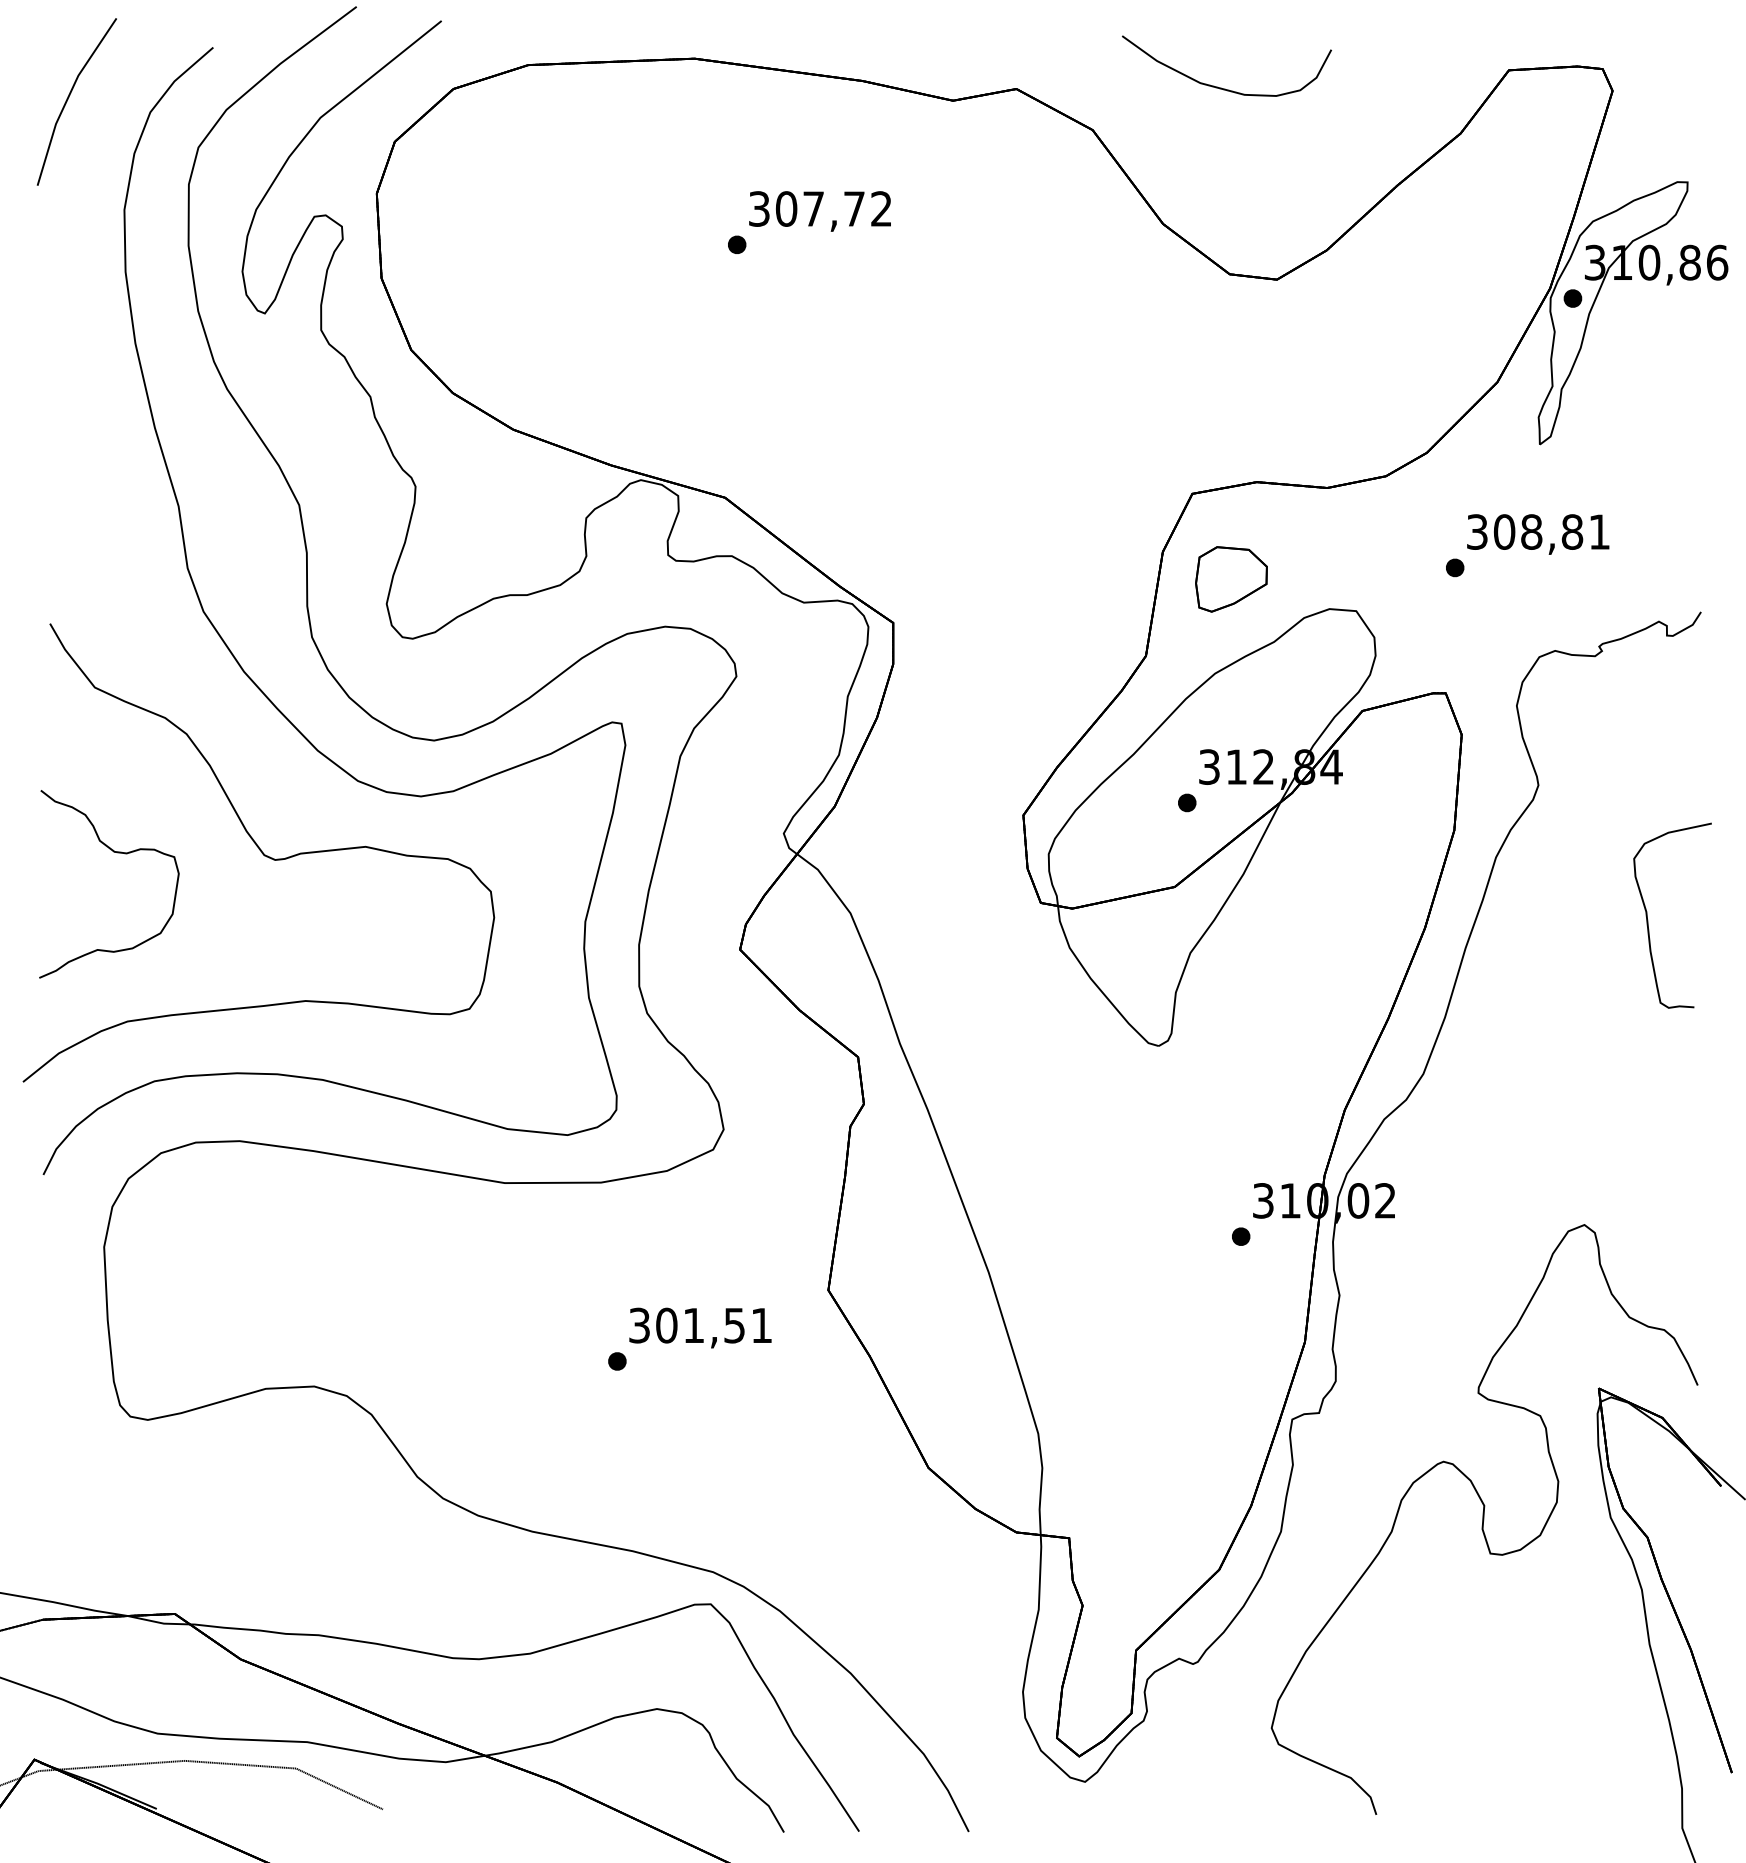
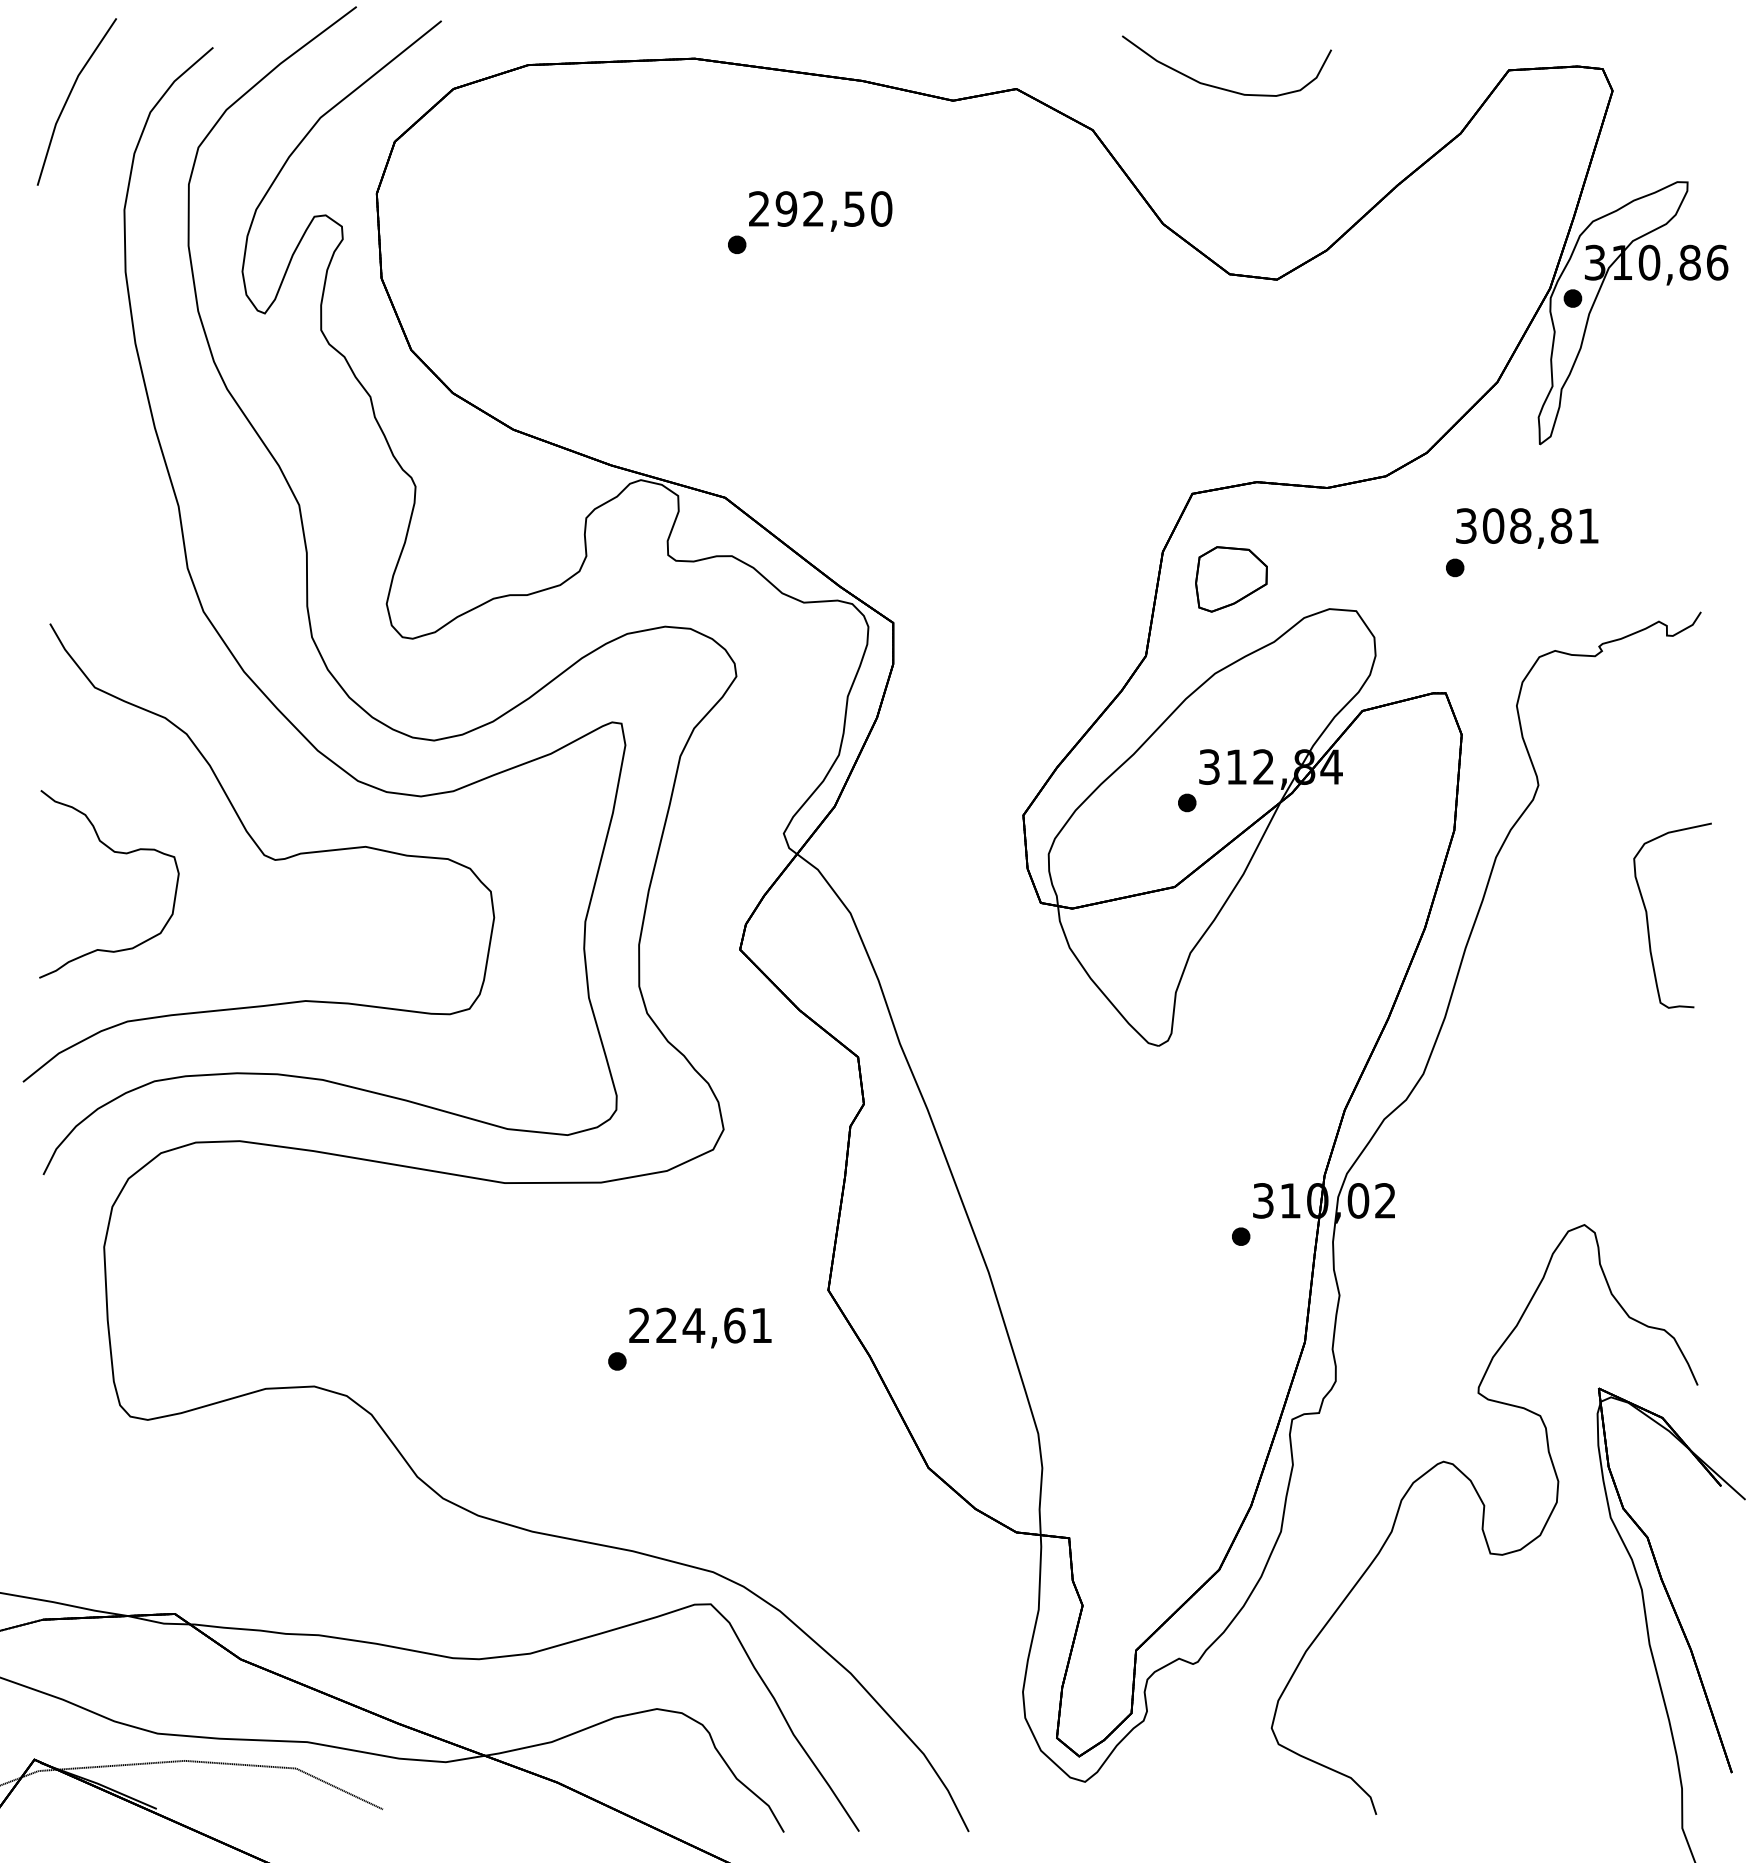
text at (820, 208): 307,72 -> 292,50
text at (1538, 534) position: (1538, 534) -> (1527, 528)
text at (687, 1325): 301,51 -> 224,61
